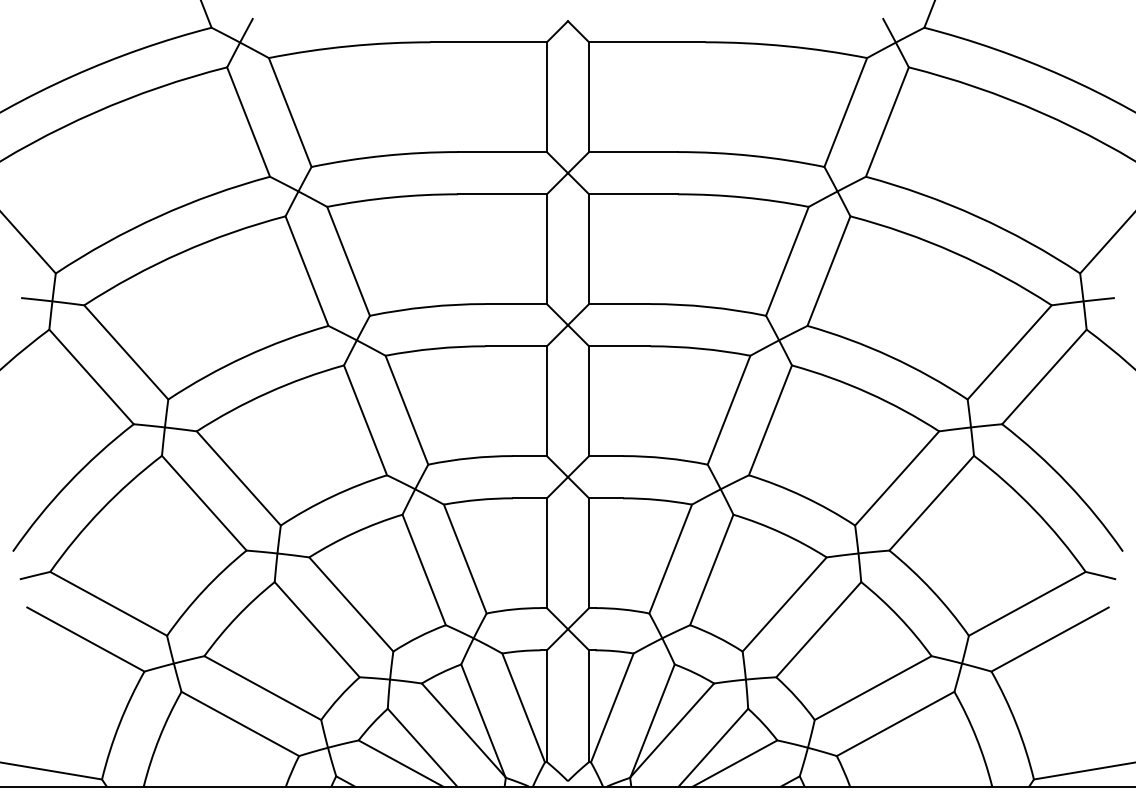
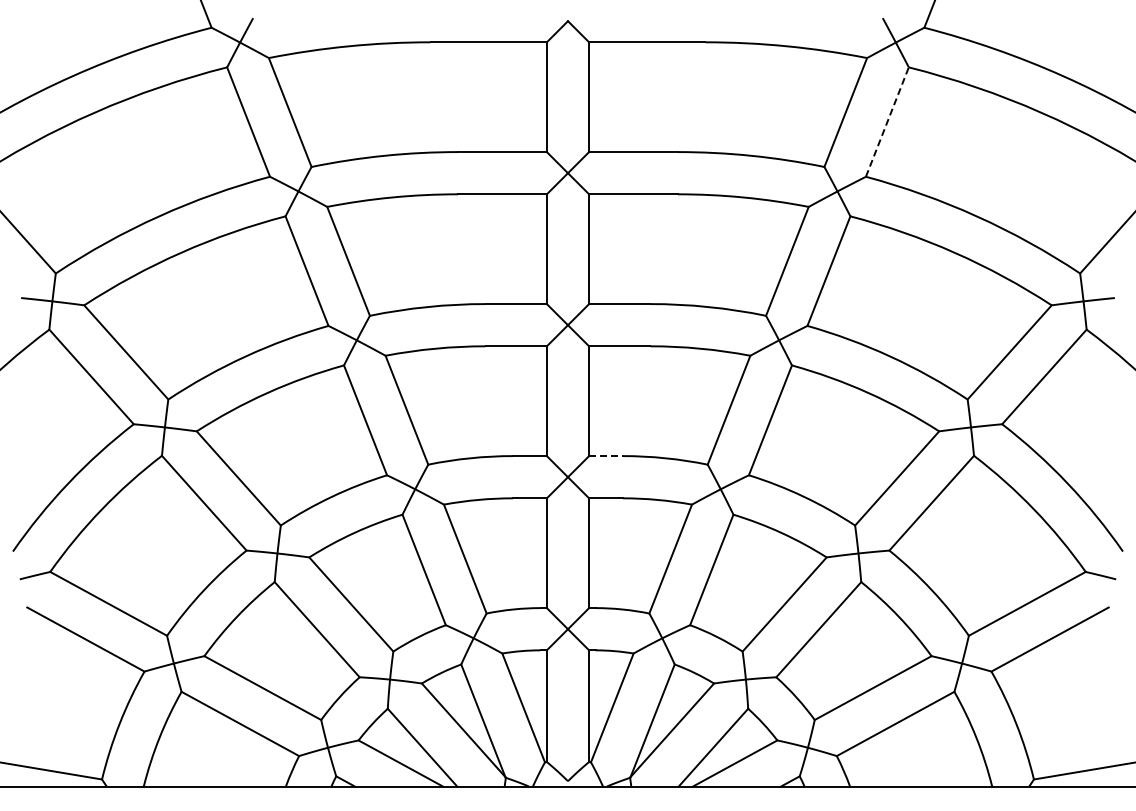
line at (887, 122): solid -> dashed
line at (606, 456): solid -> dashed
